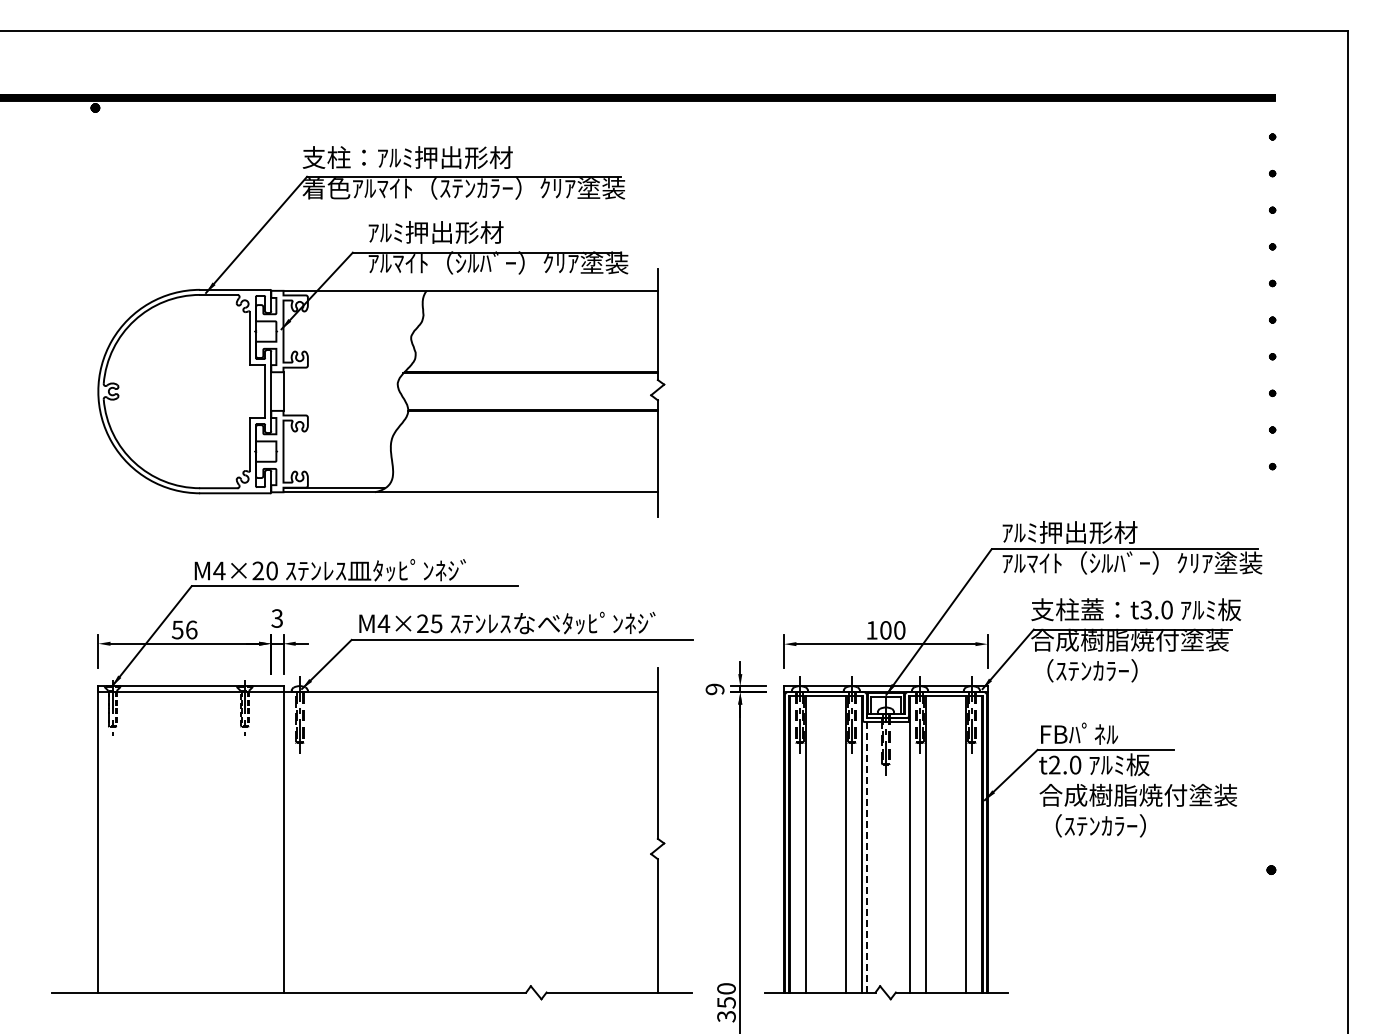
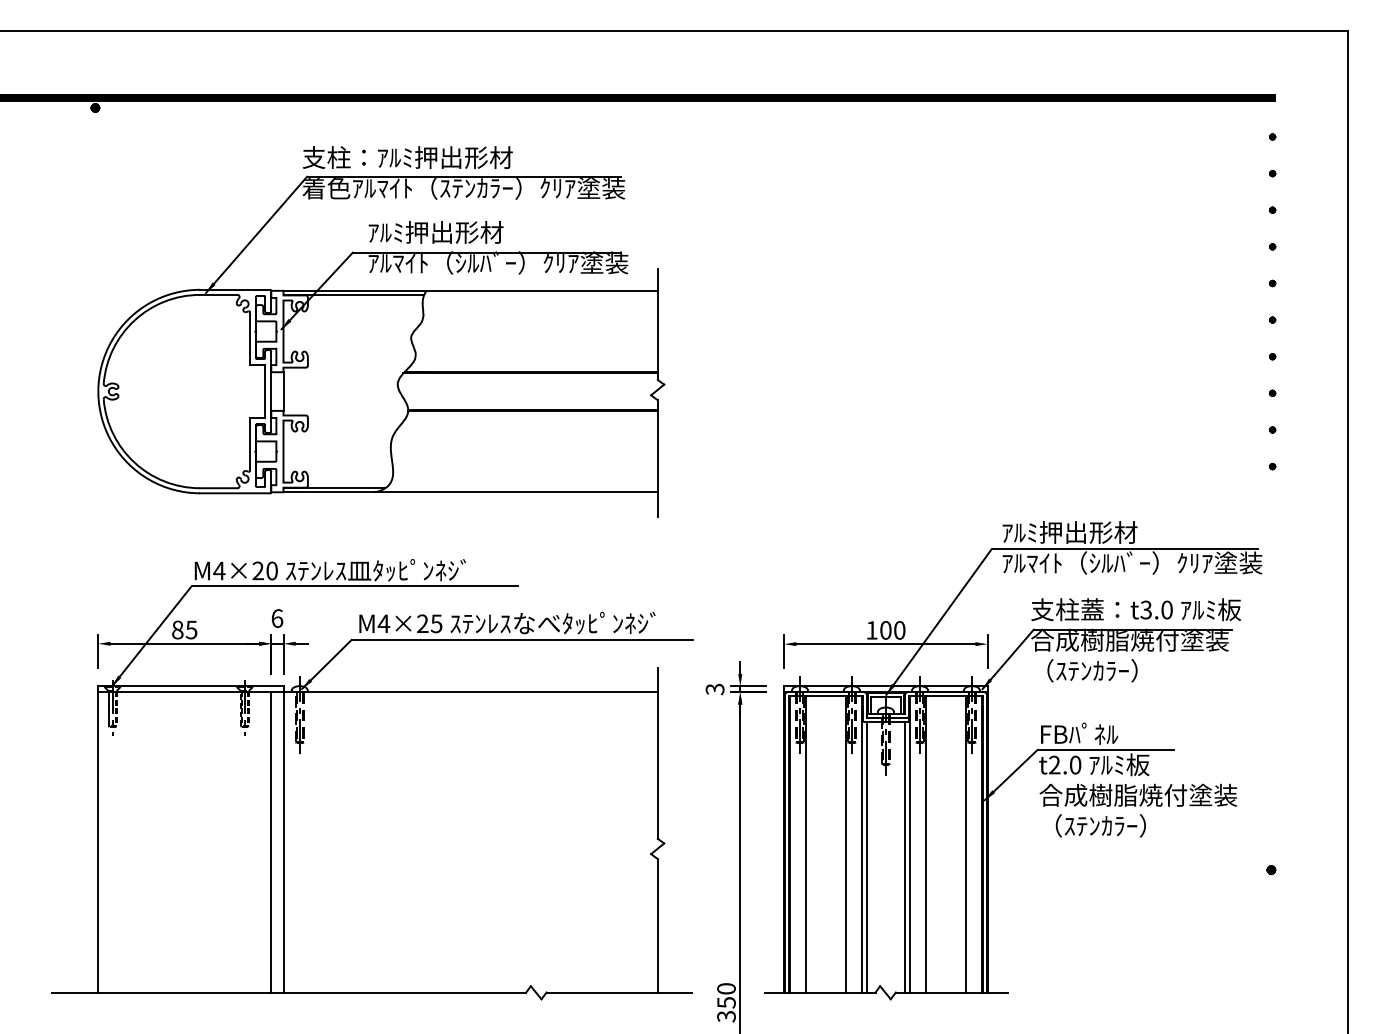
line at (353, 294): none -> present
text at (277, 618): 3 -> 6
text at (184, 629): 56 -> 85
text at (715, 689): 9 -> 3
line at (271, 842): none -> present
line at (905, 856): none -> present
line at (866, 857): dashed -> solid
